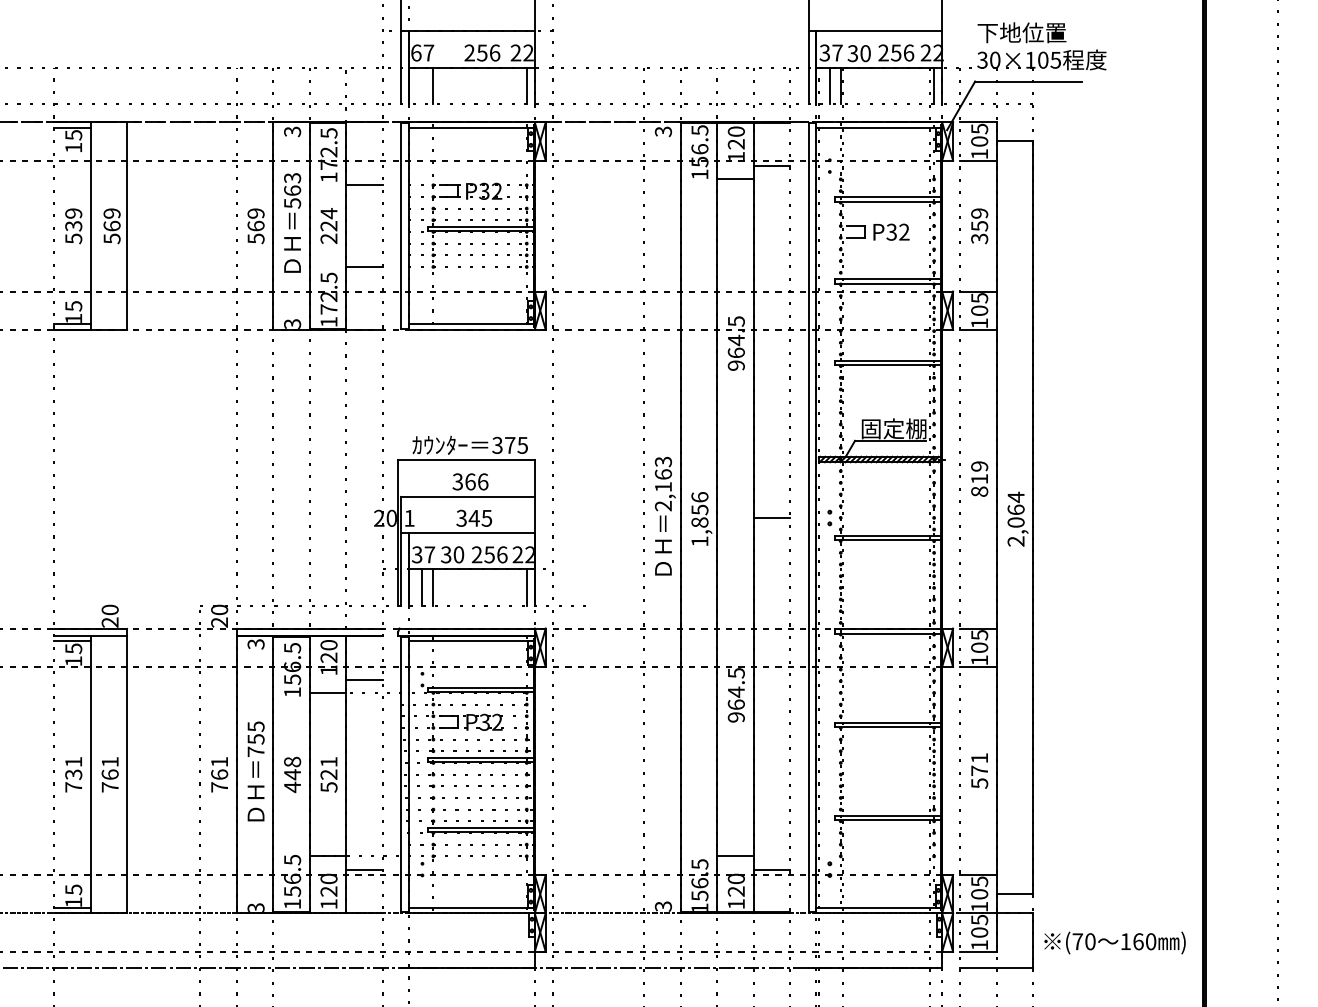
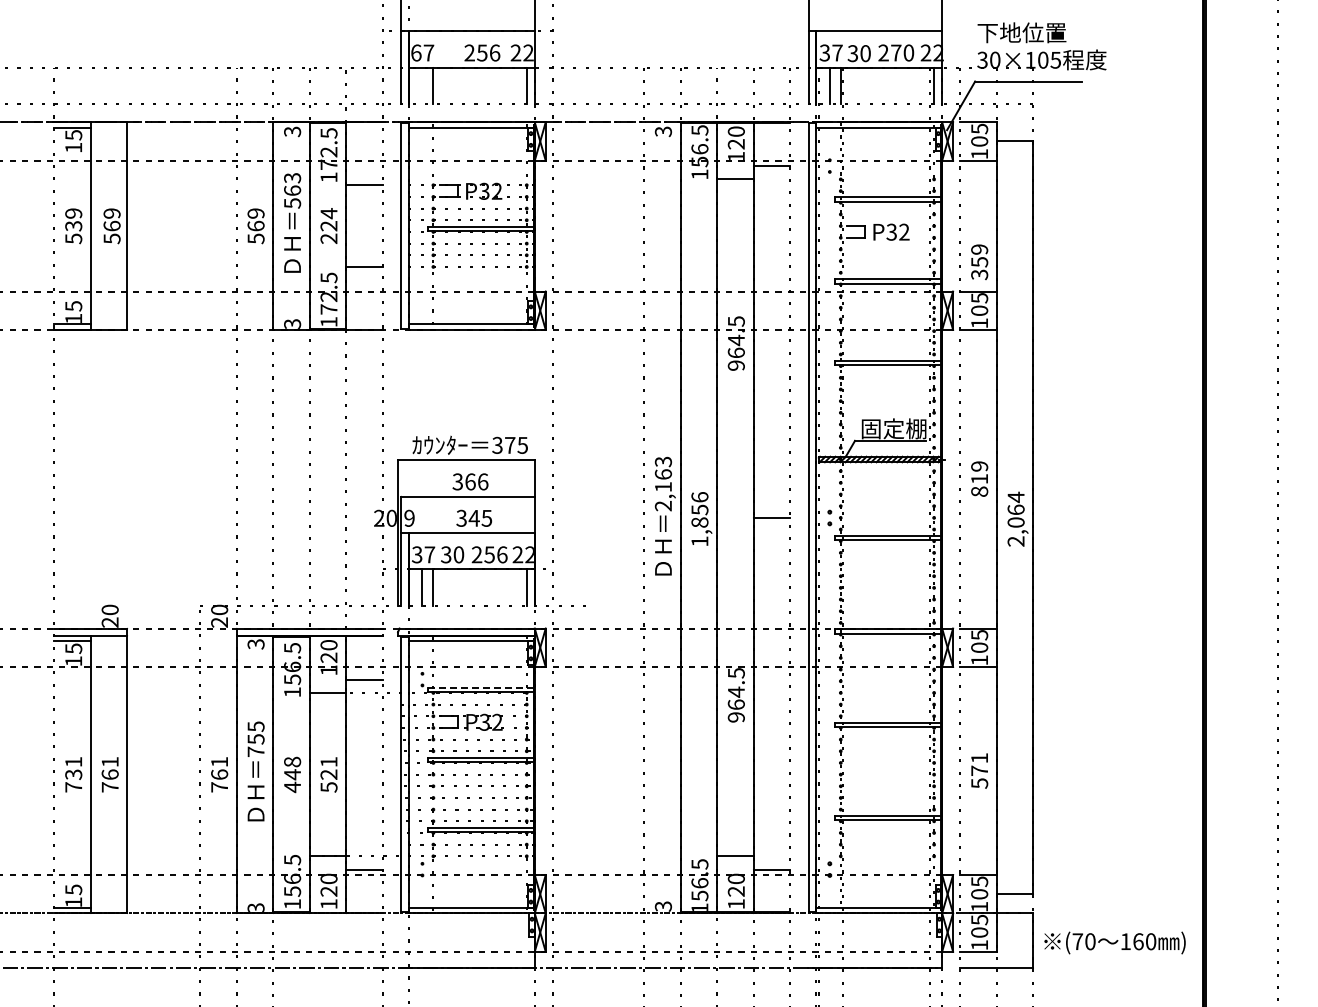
text at (902, 52): 256 -> 270
text at (979, 225) position: (979, 225) -> (979, 261)
text at (409, 517): 1 -> 9
line at (480, 687): solid -> dashed
